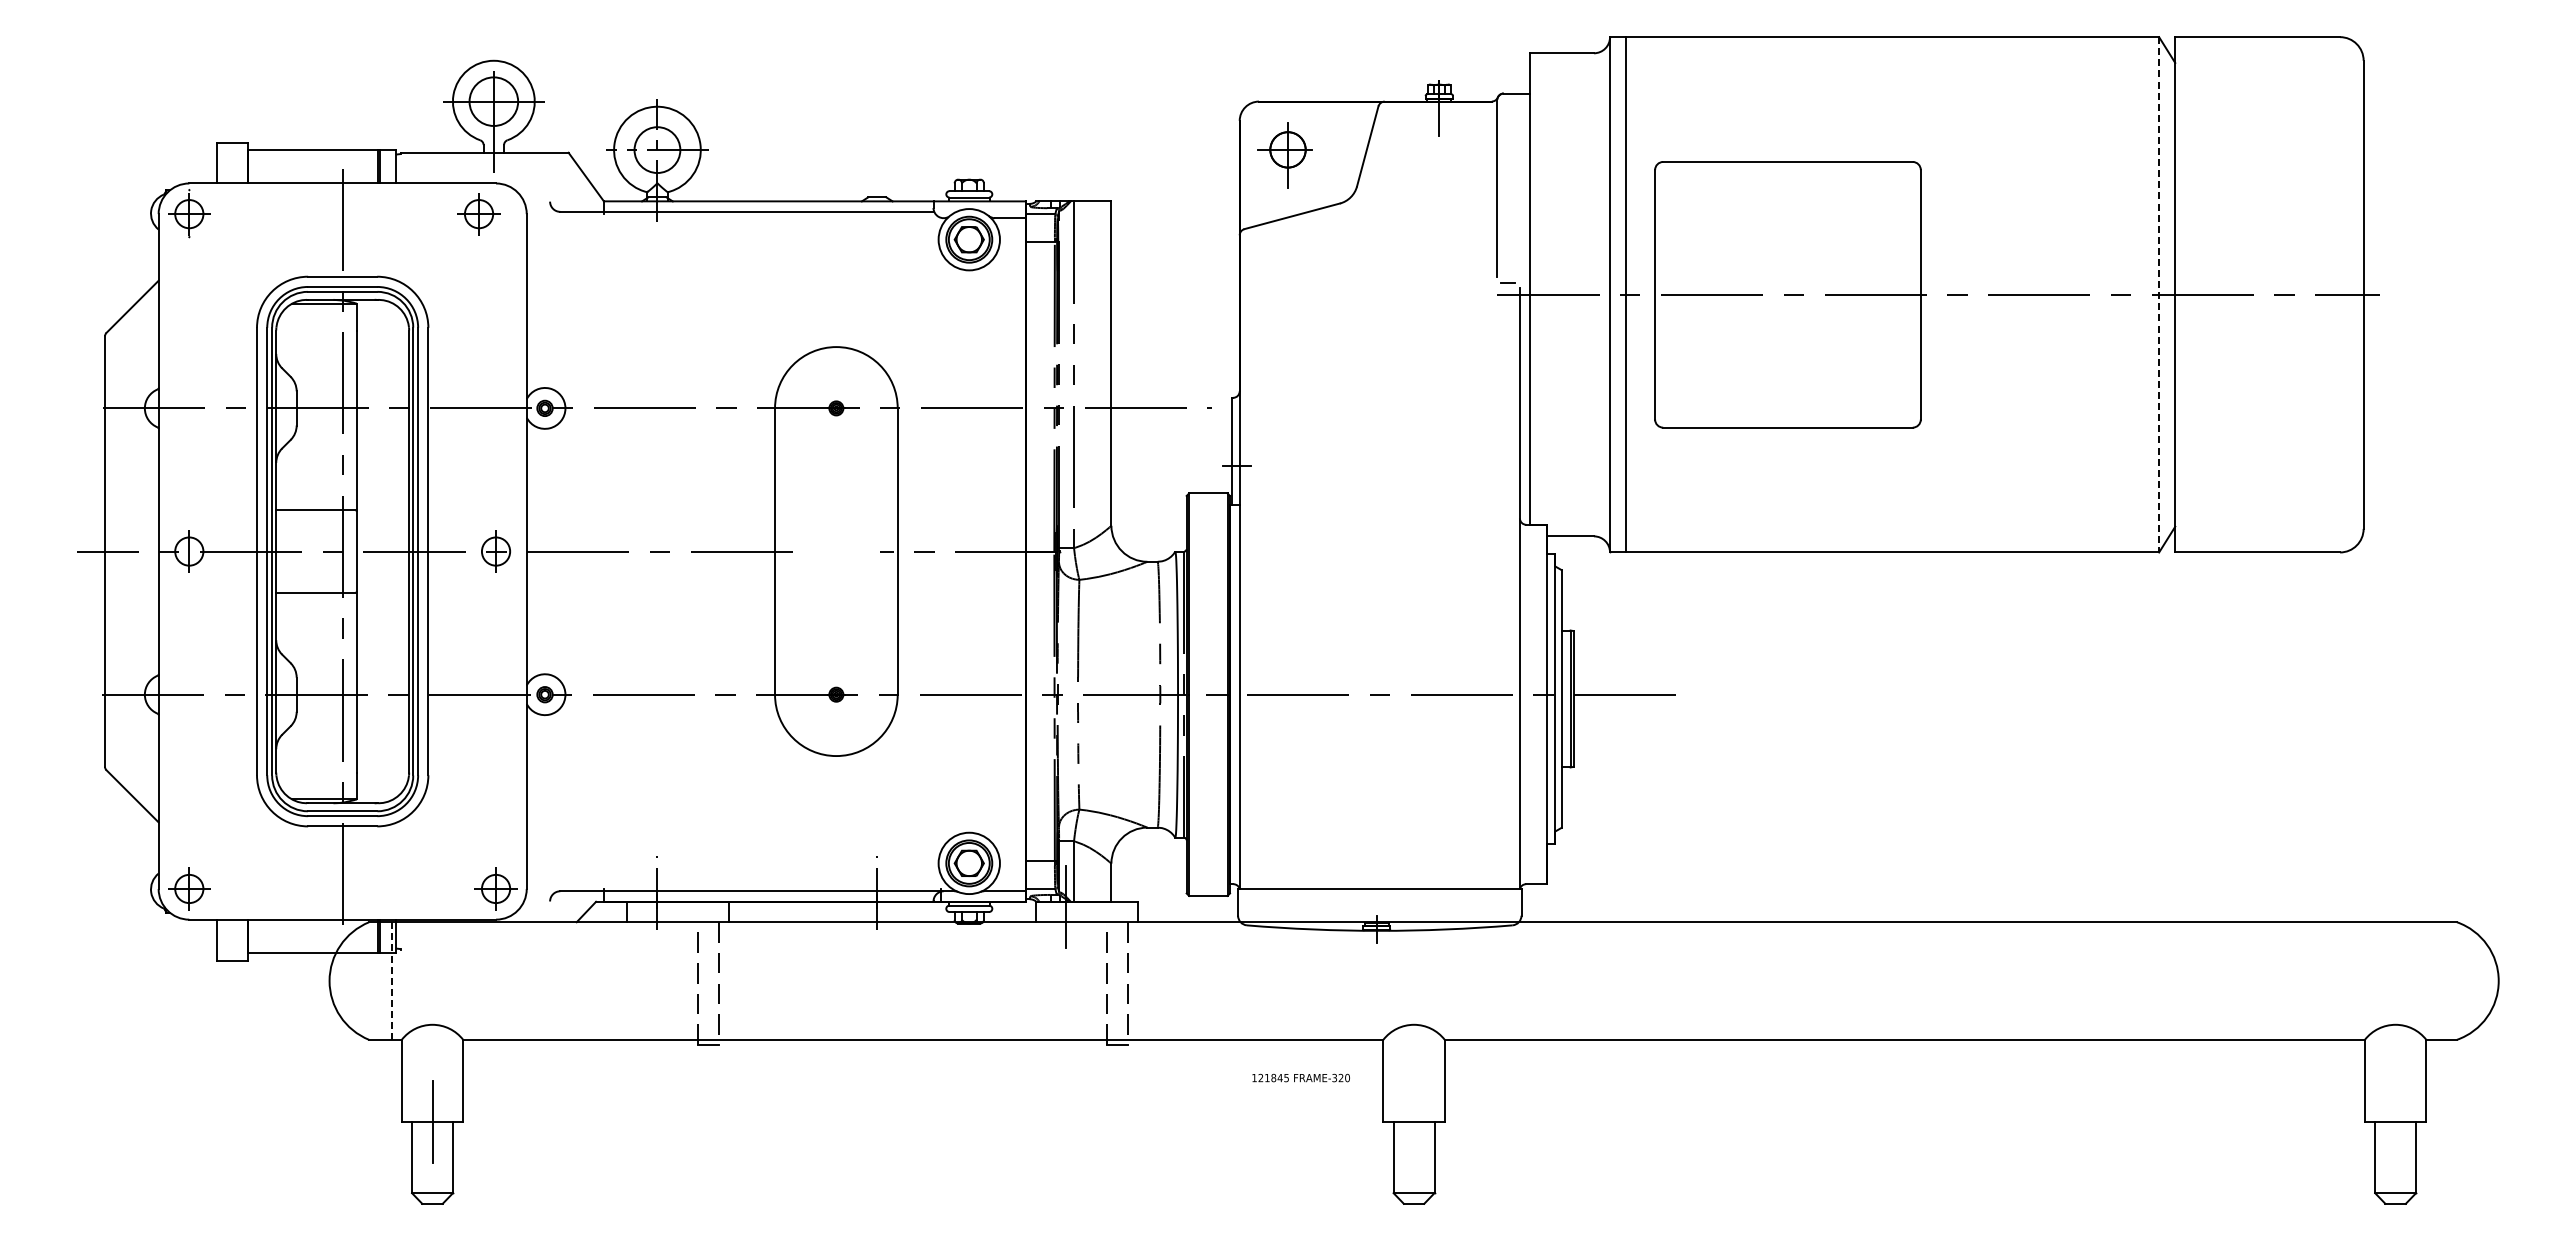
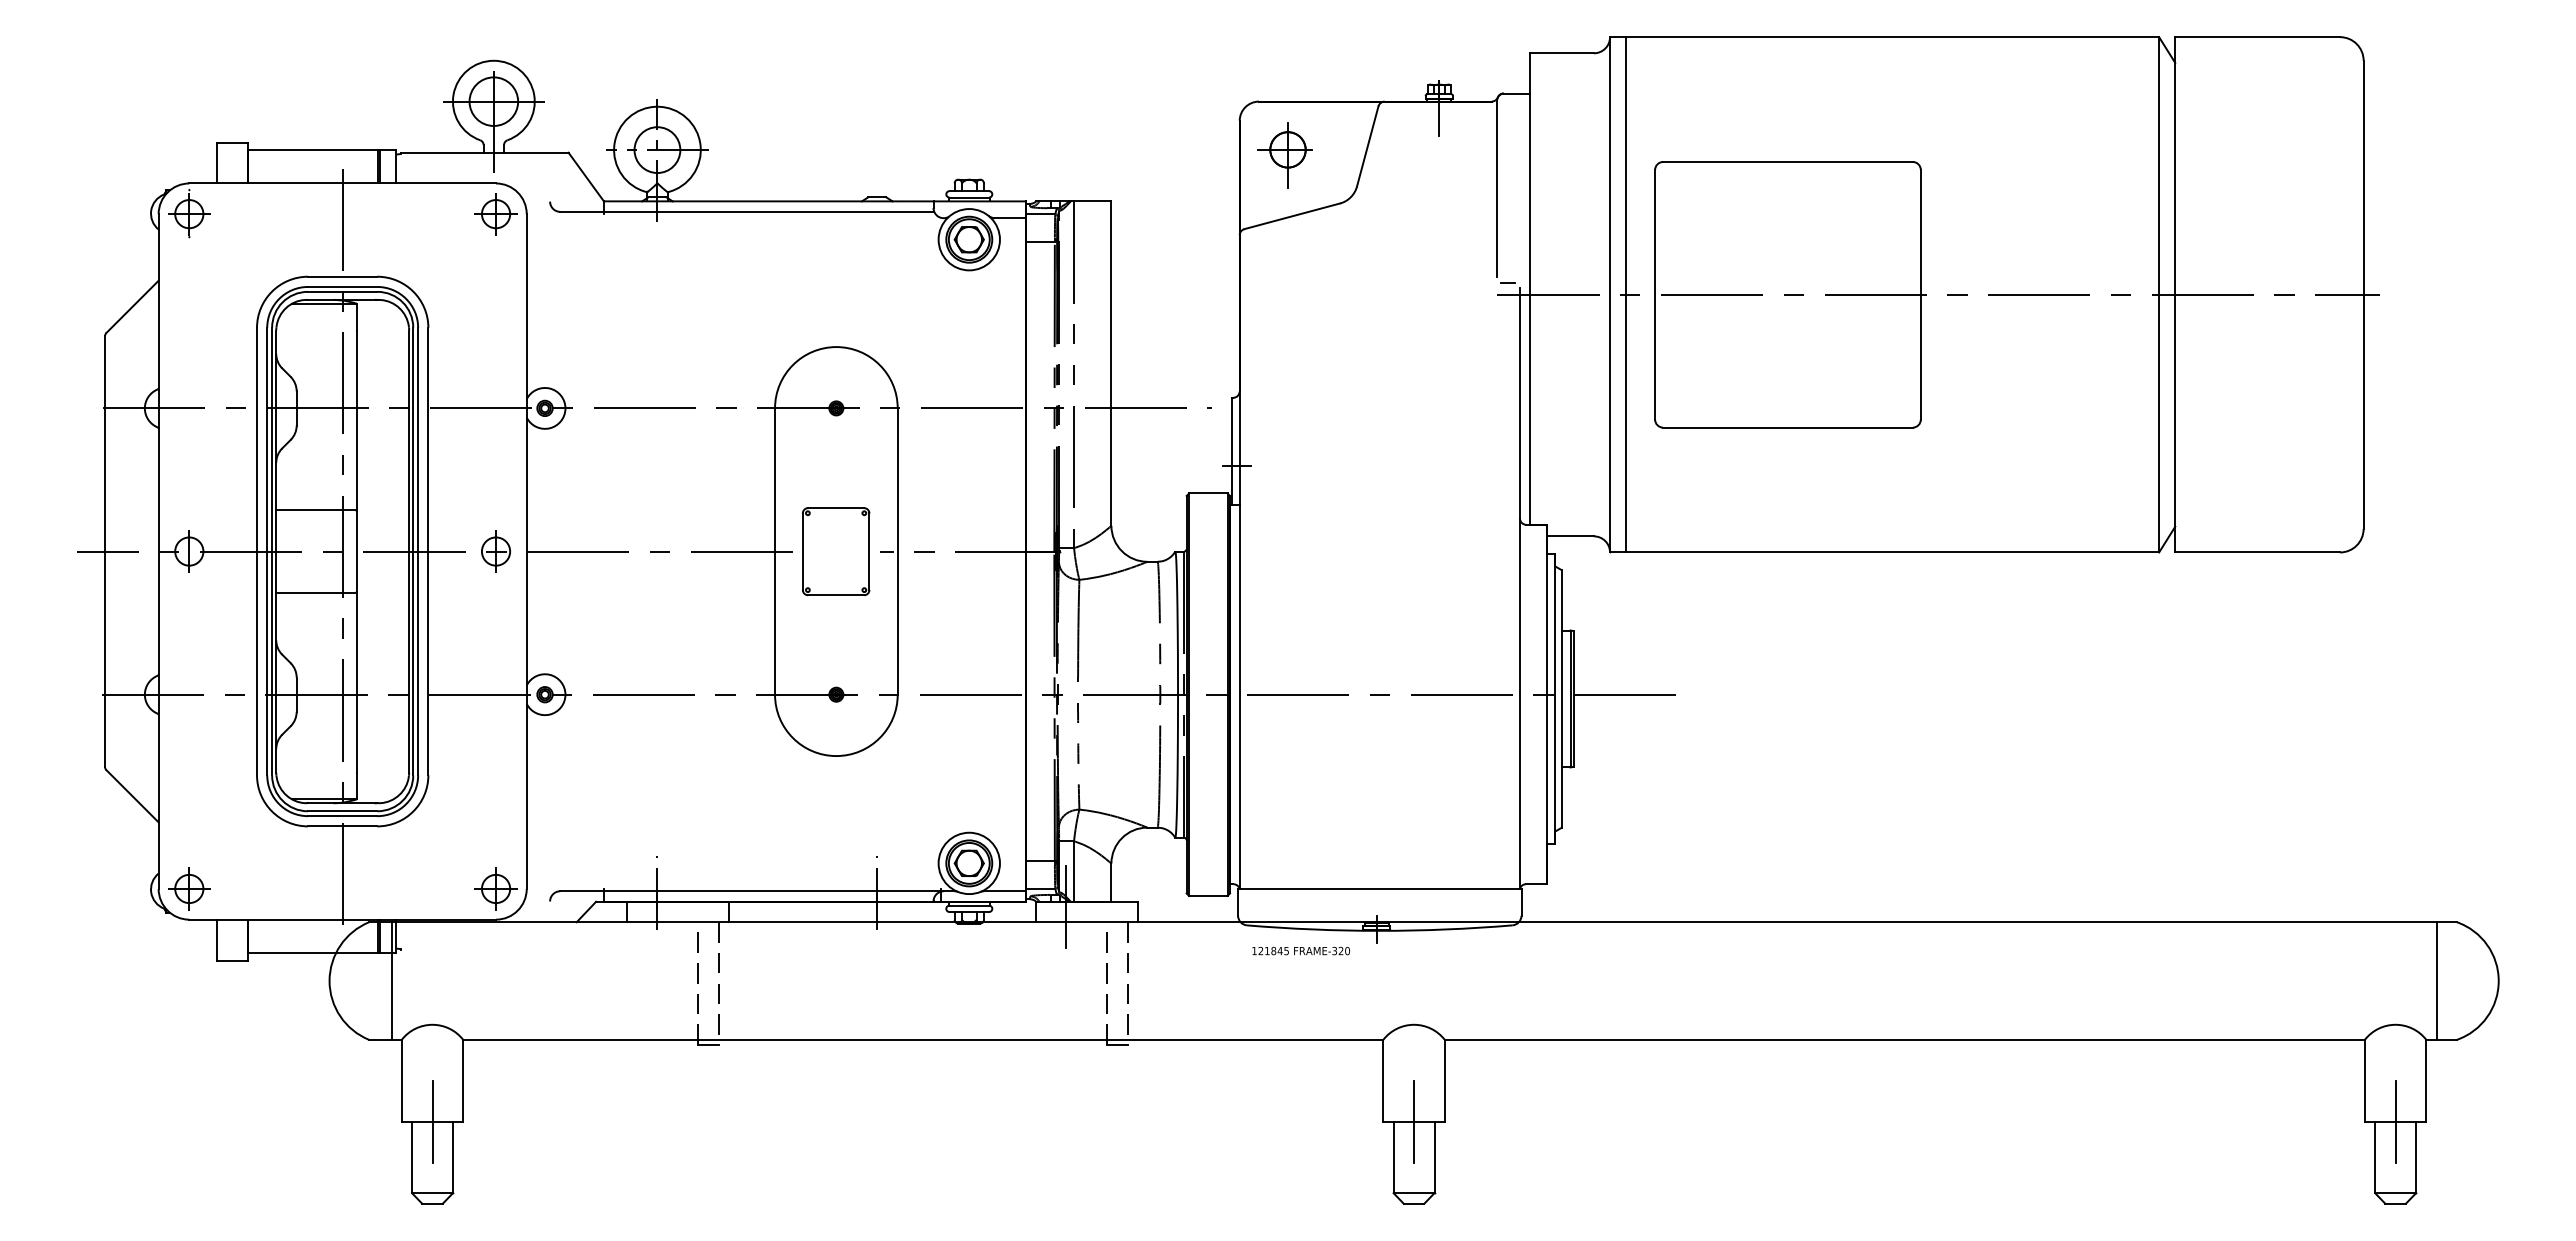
part at (478, 214) position: (478, 214) -> (495, 214)
line at (2159, 294): dashed -> solid
part at (836, 551): none -> present
line at (2436, 980): none -> present
line at (391, 981): dashed -> solid
text at (1300, 1077) position: (1300, 1077) -> (1300, 950)
line at (1414, 1121): none -> present
line at (2395, 1121): none -> present
